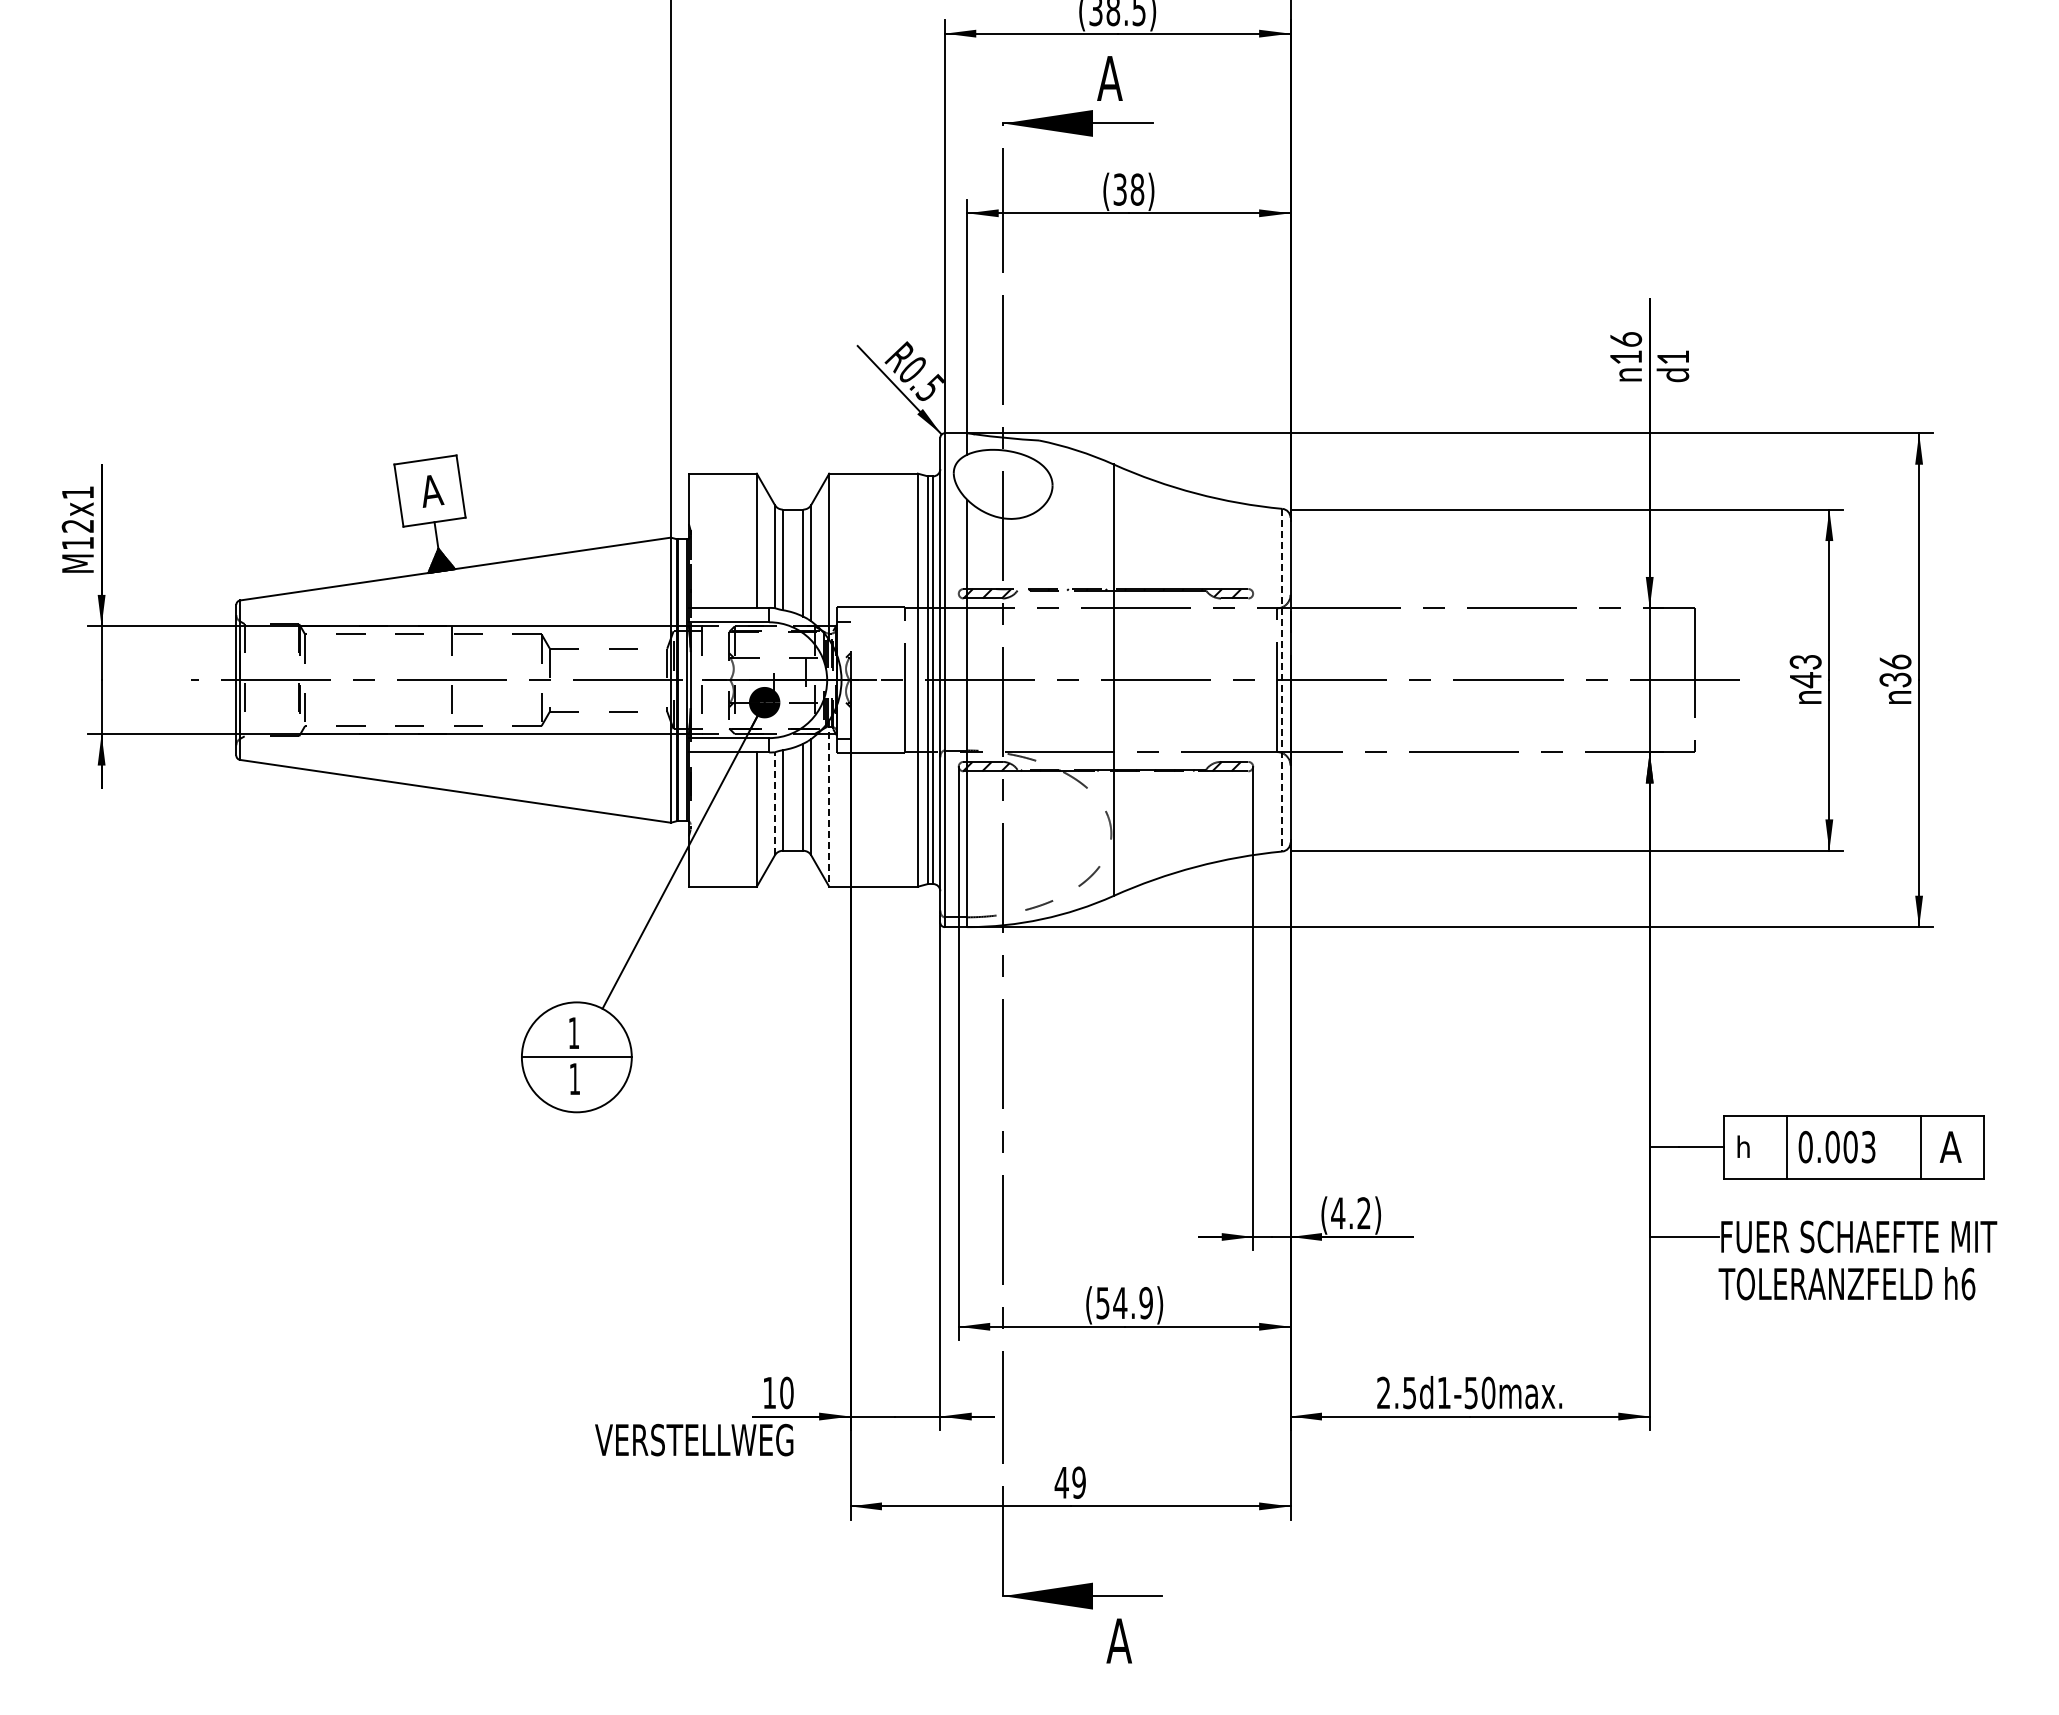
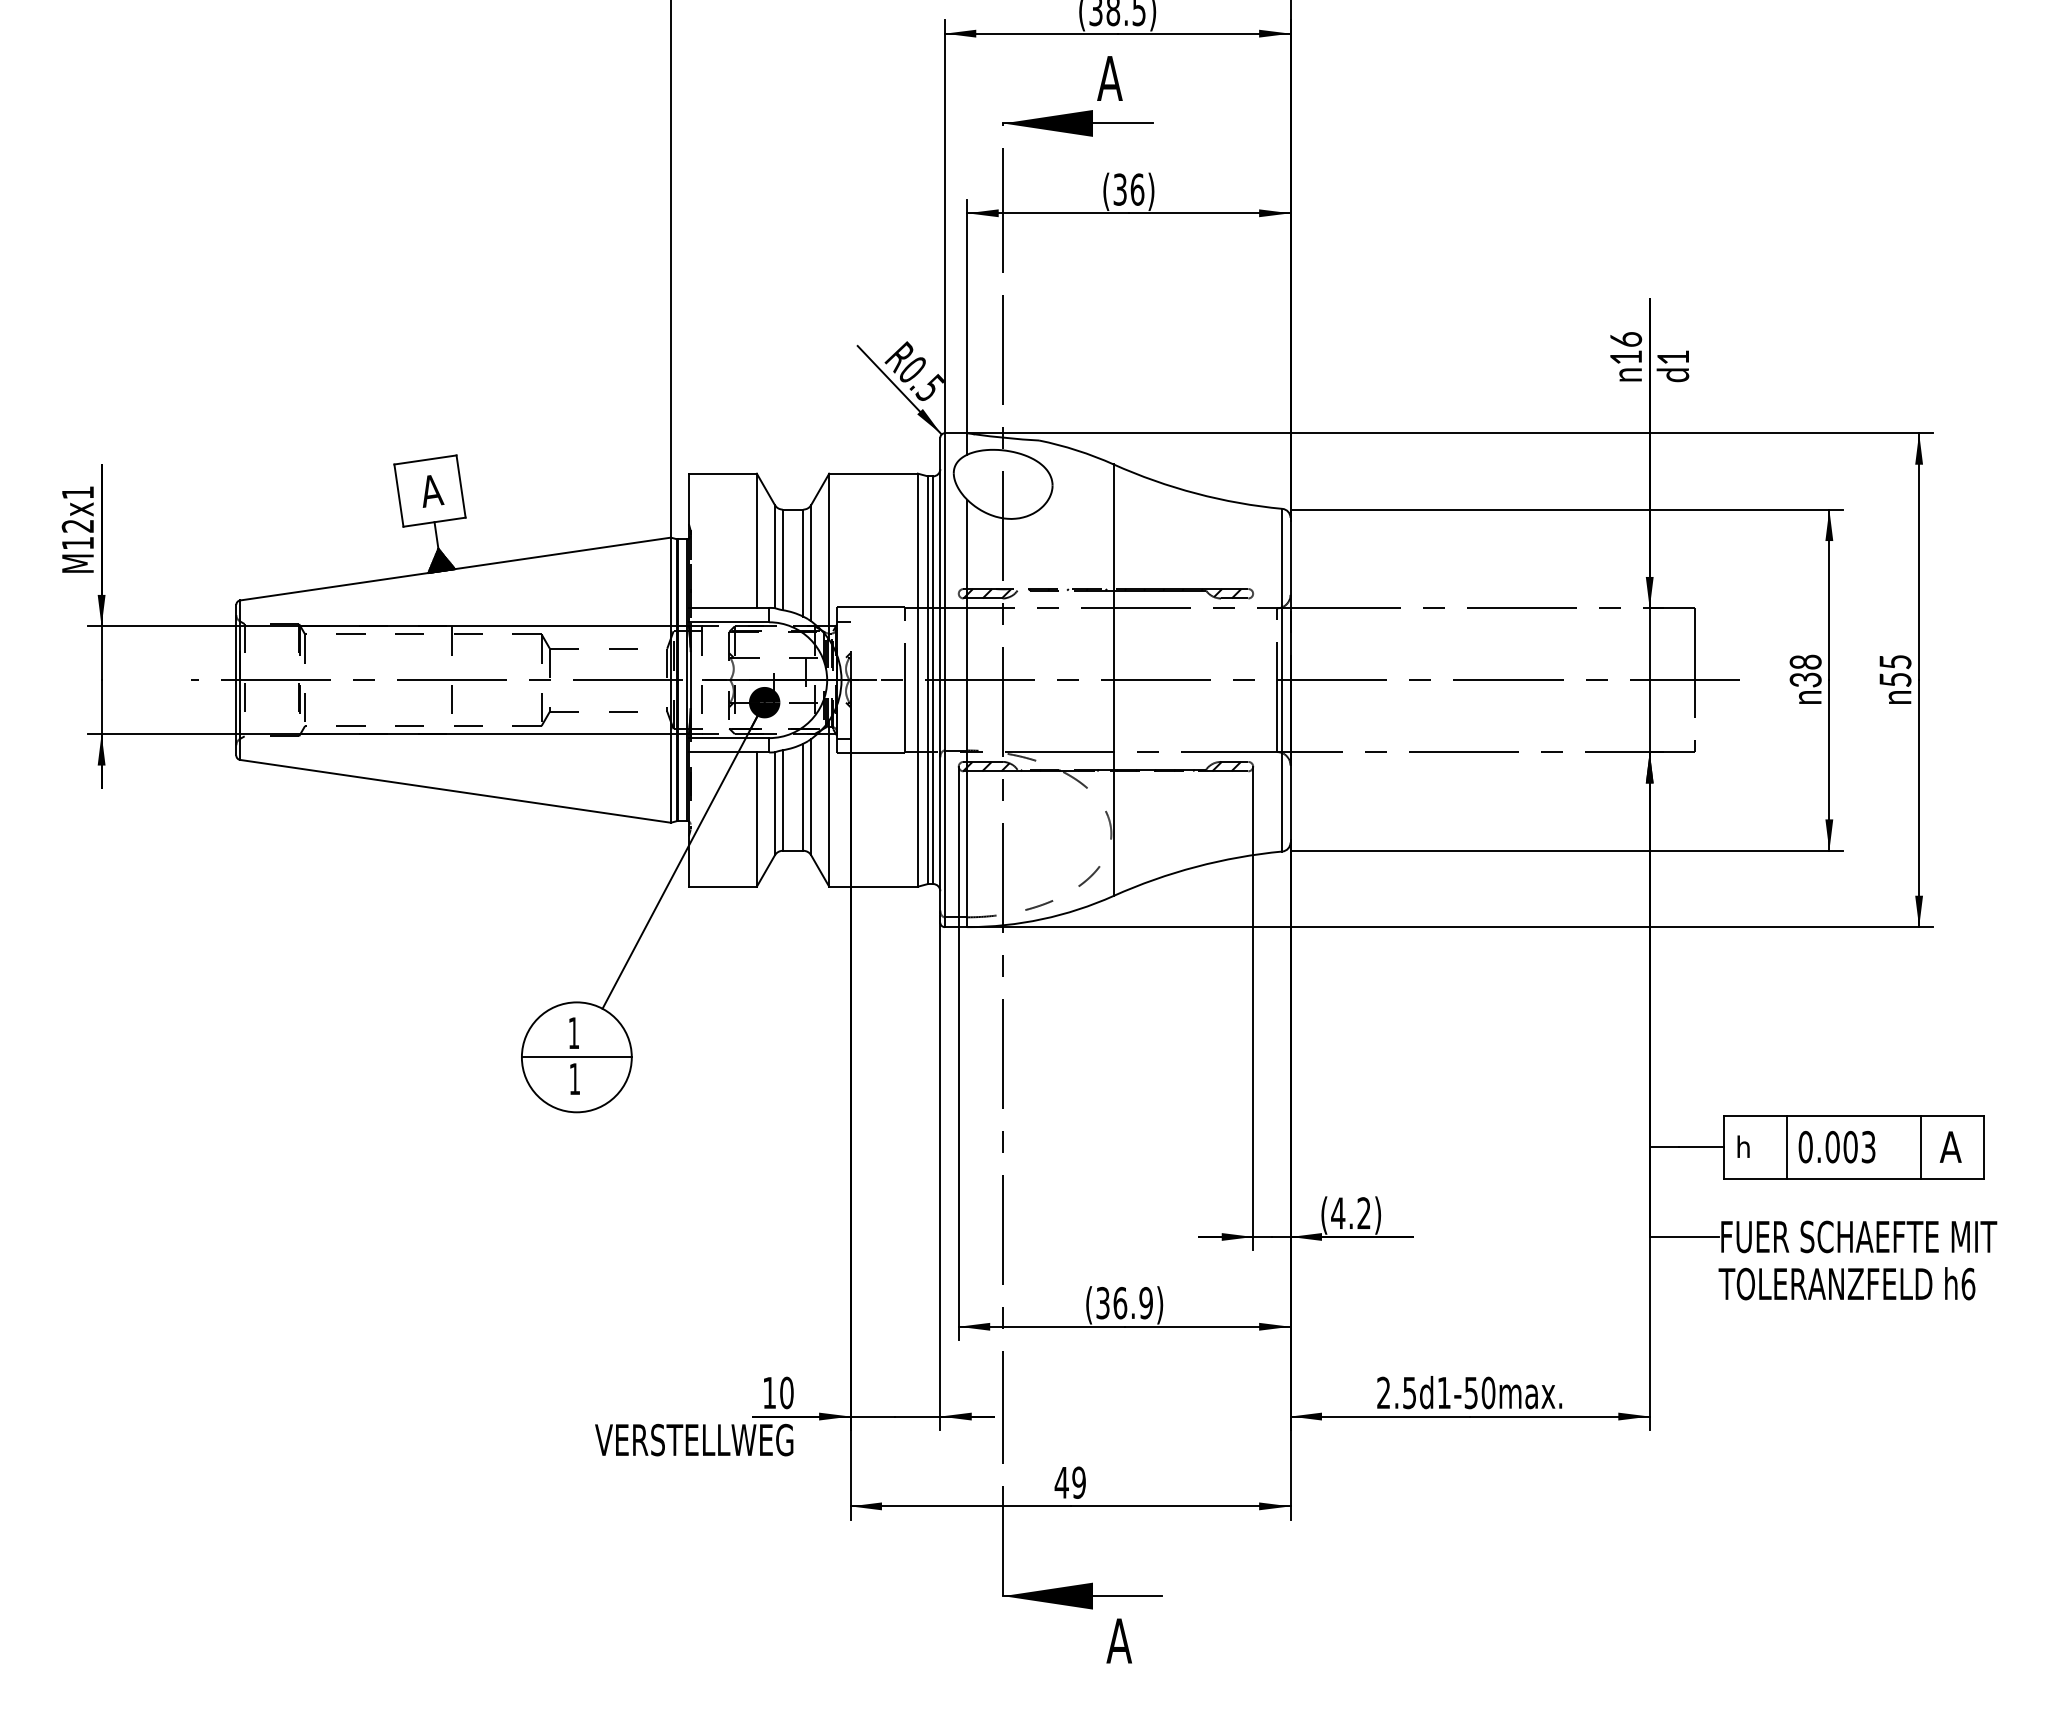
text at (1137, 189): (38) -> (36)
text at (1895, 670): 36 -> 55
text at (1805, 671): 43 -> 38
line at (1282, 680): dashed -> solid
line at (775, 803): dashed -> solid
line at (829, 804): dashed -> solid
text at (1112, 1302): (54.9) -> (36.9)
